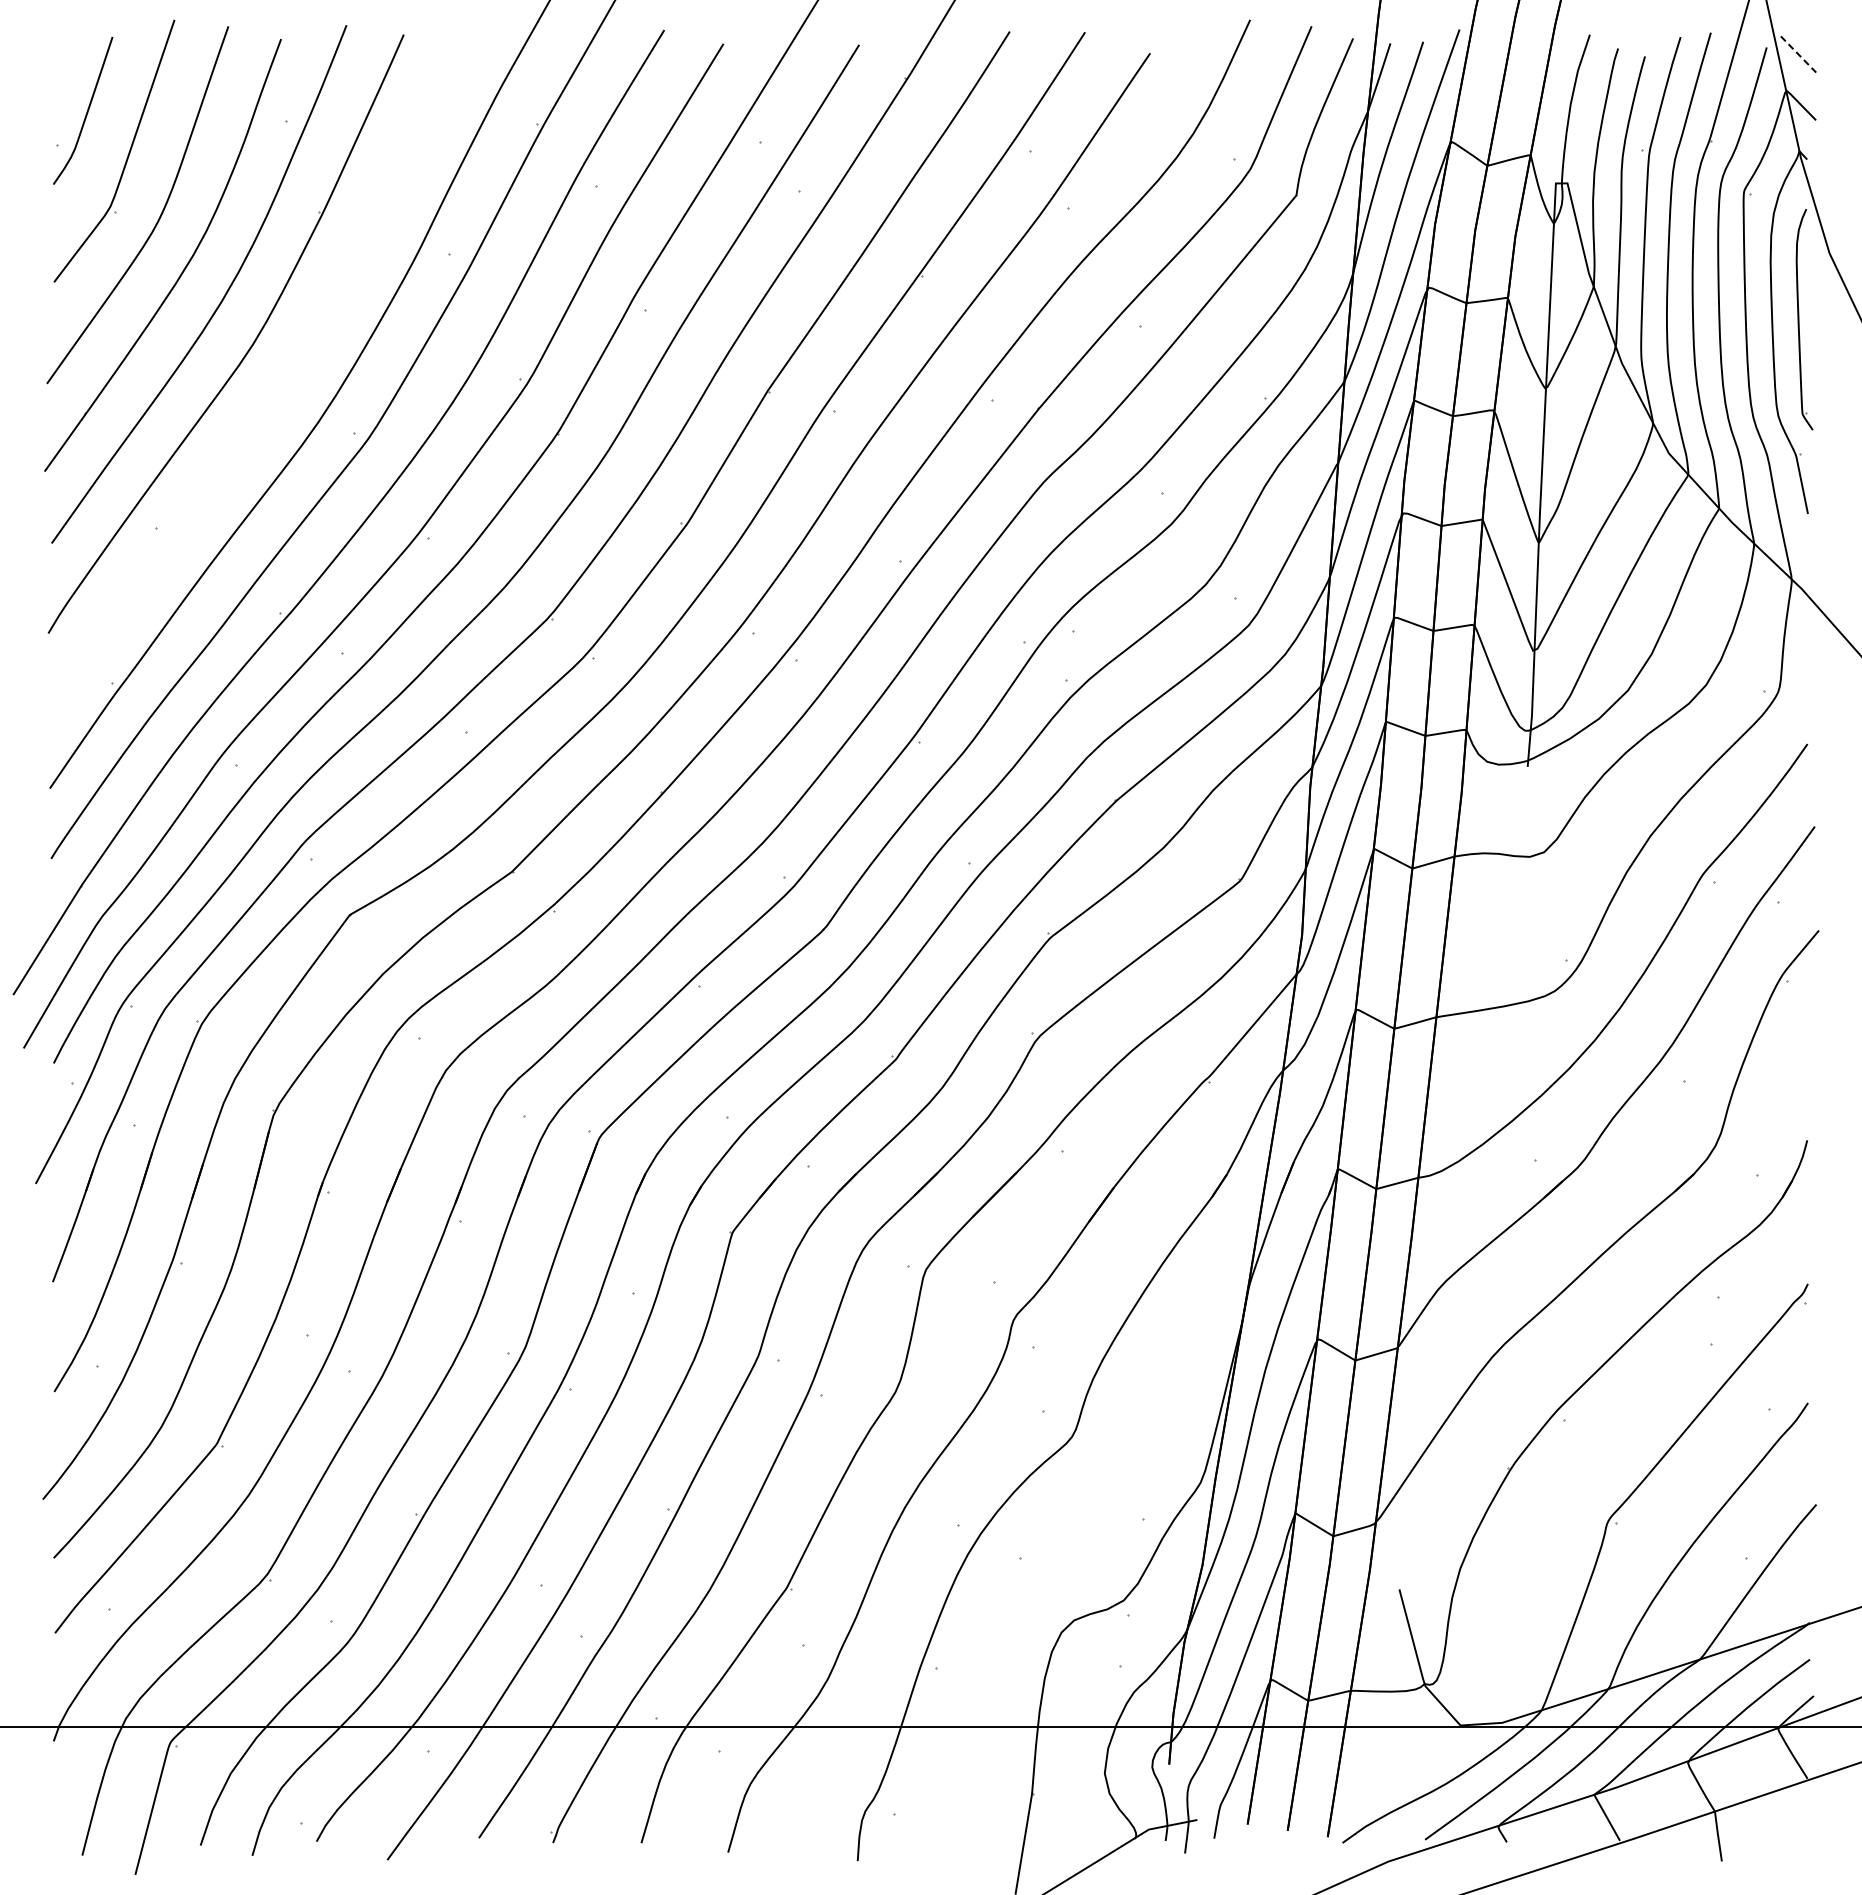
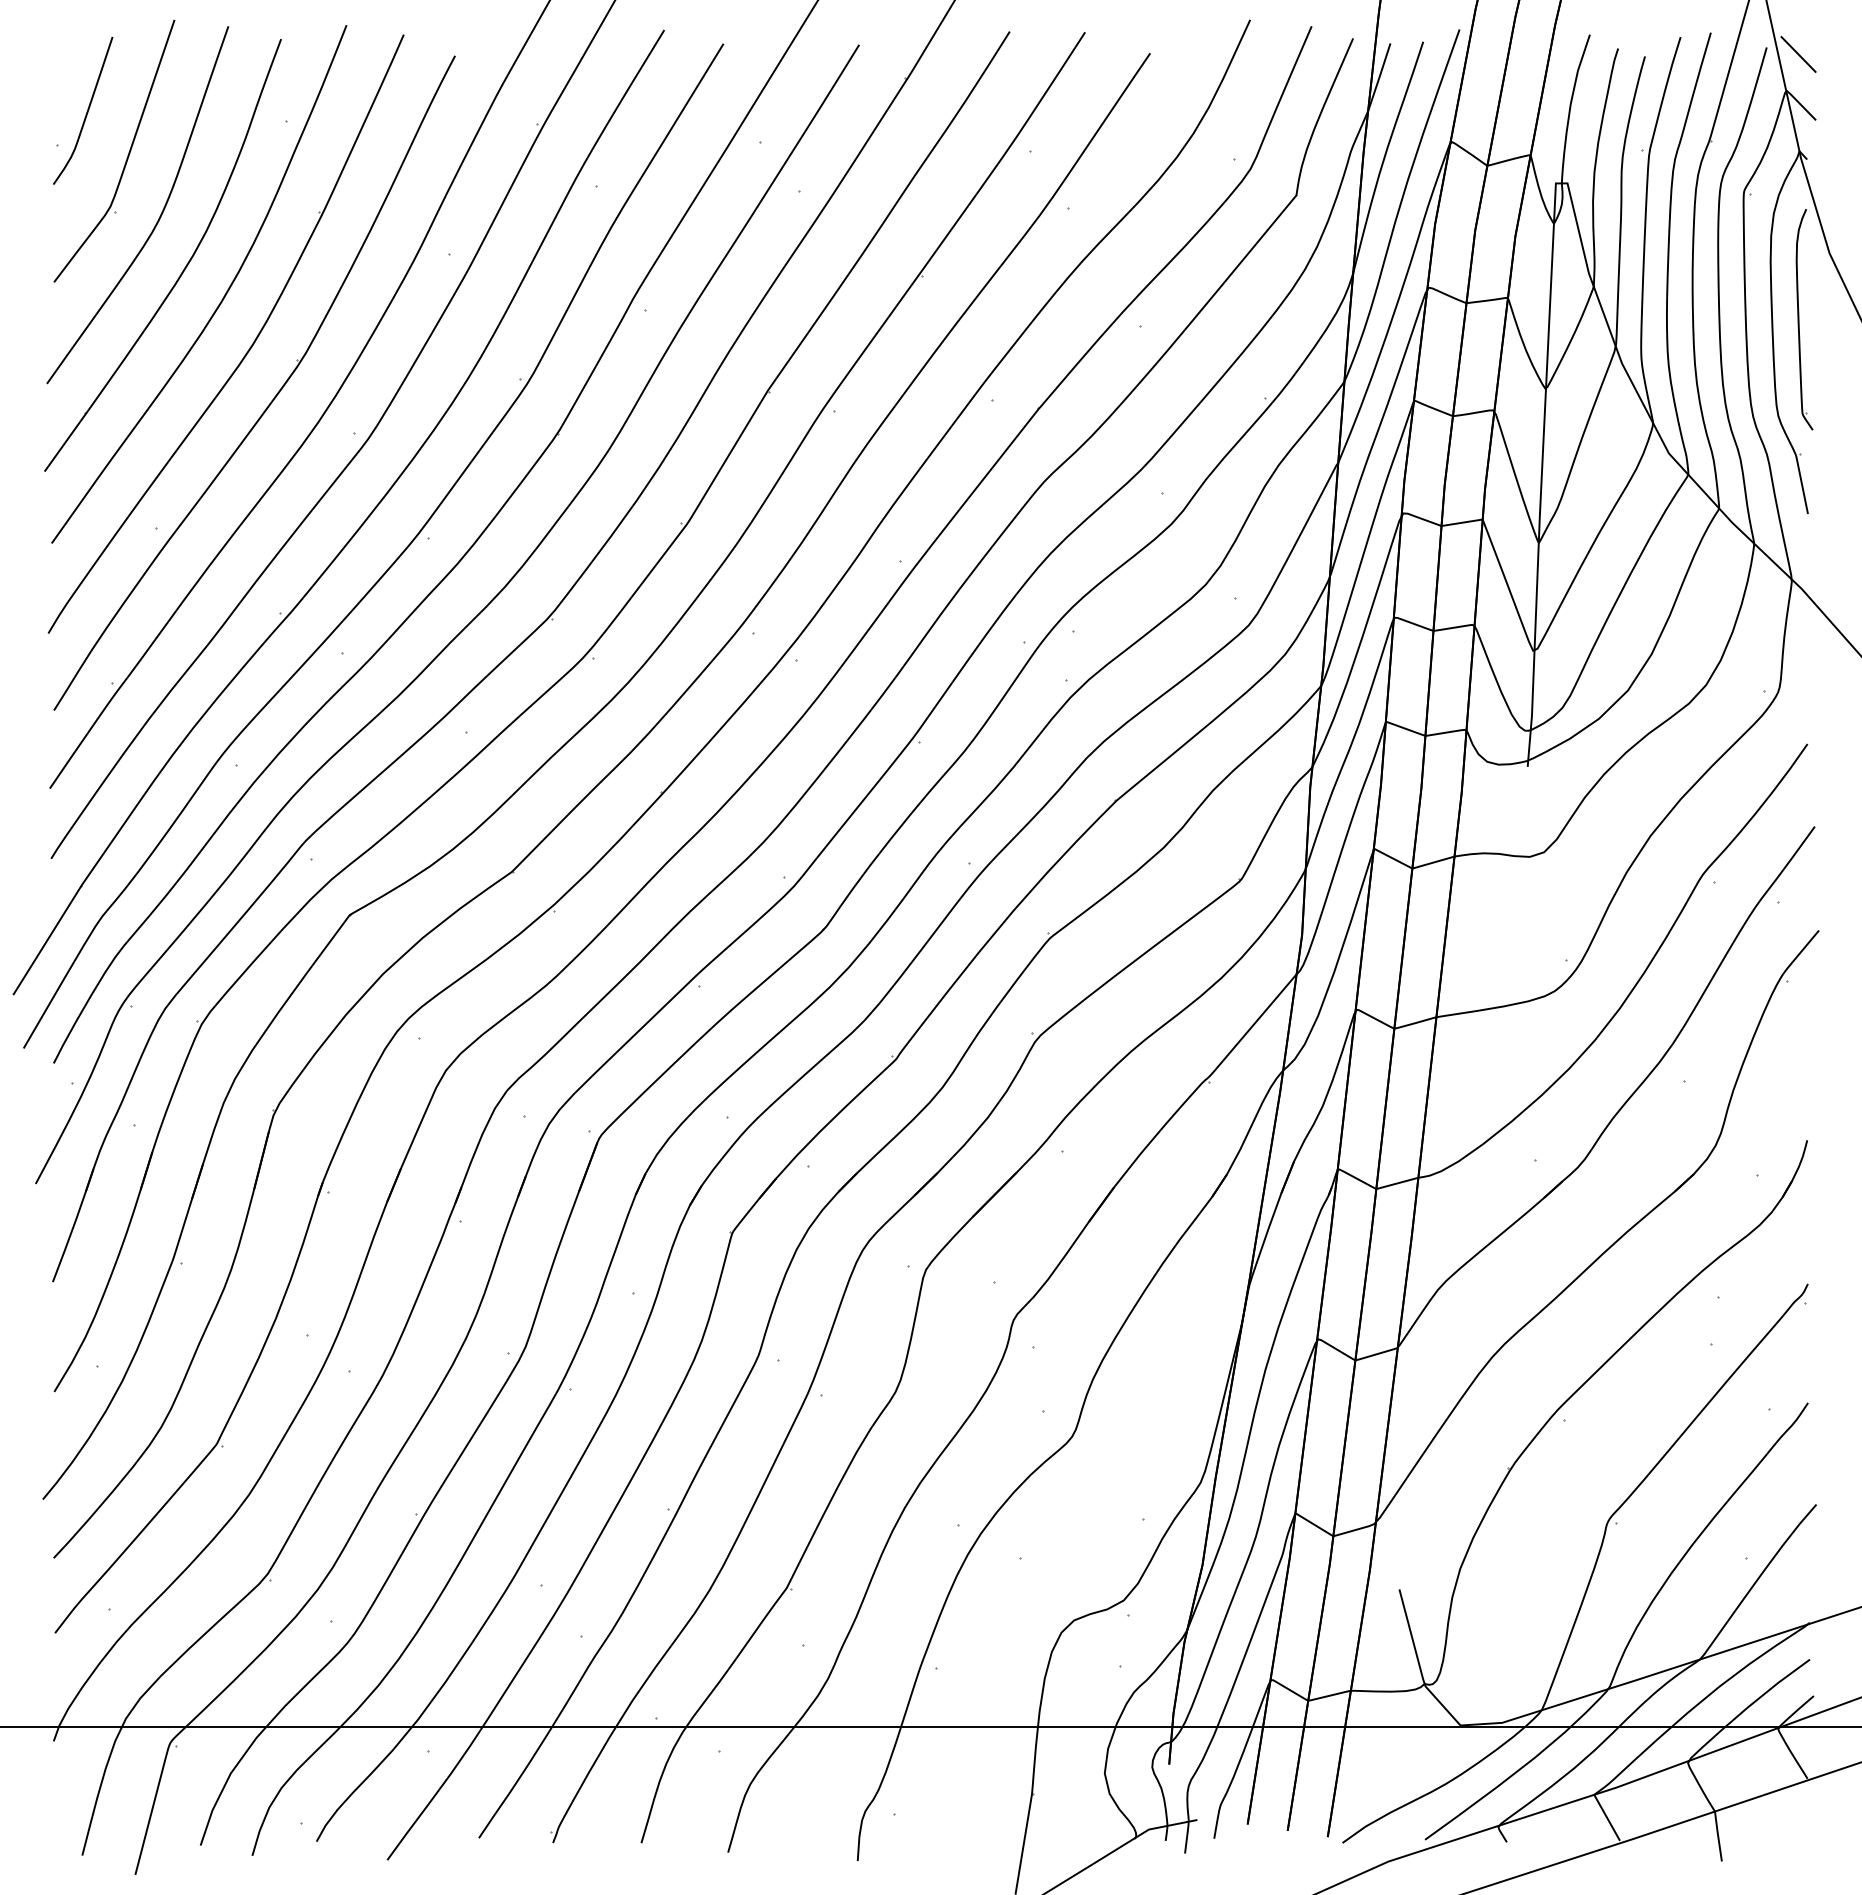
line at (1798, 54): dashed -> solid
part at (273, 397): none -> present
